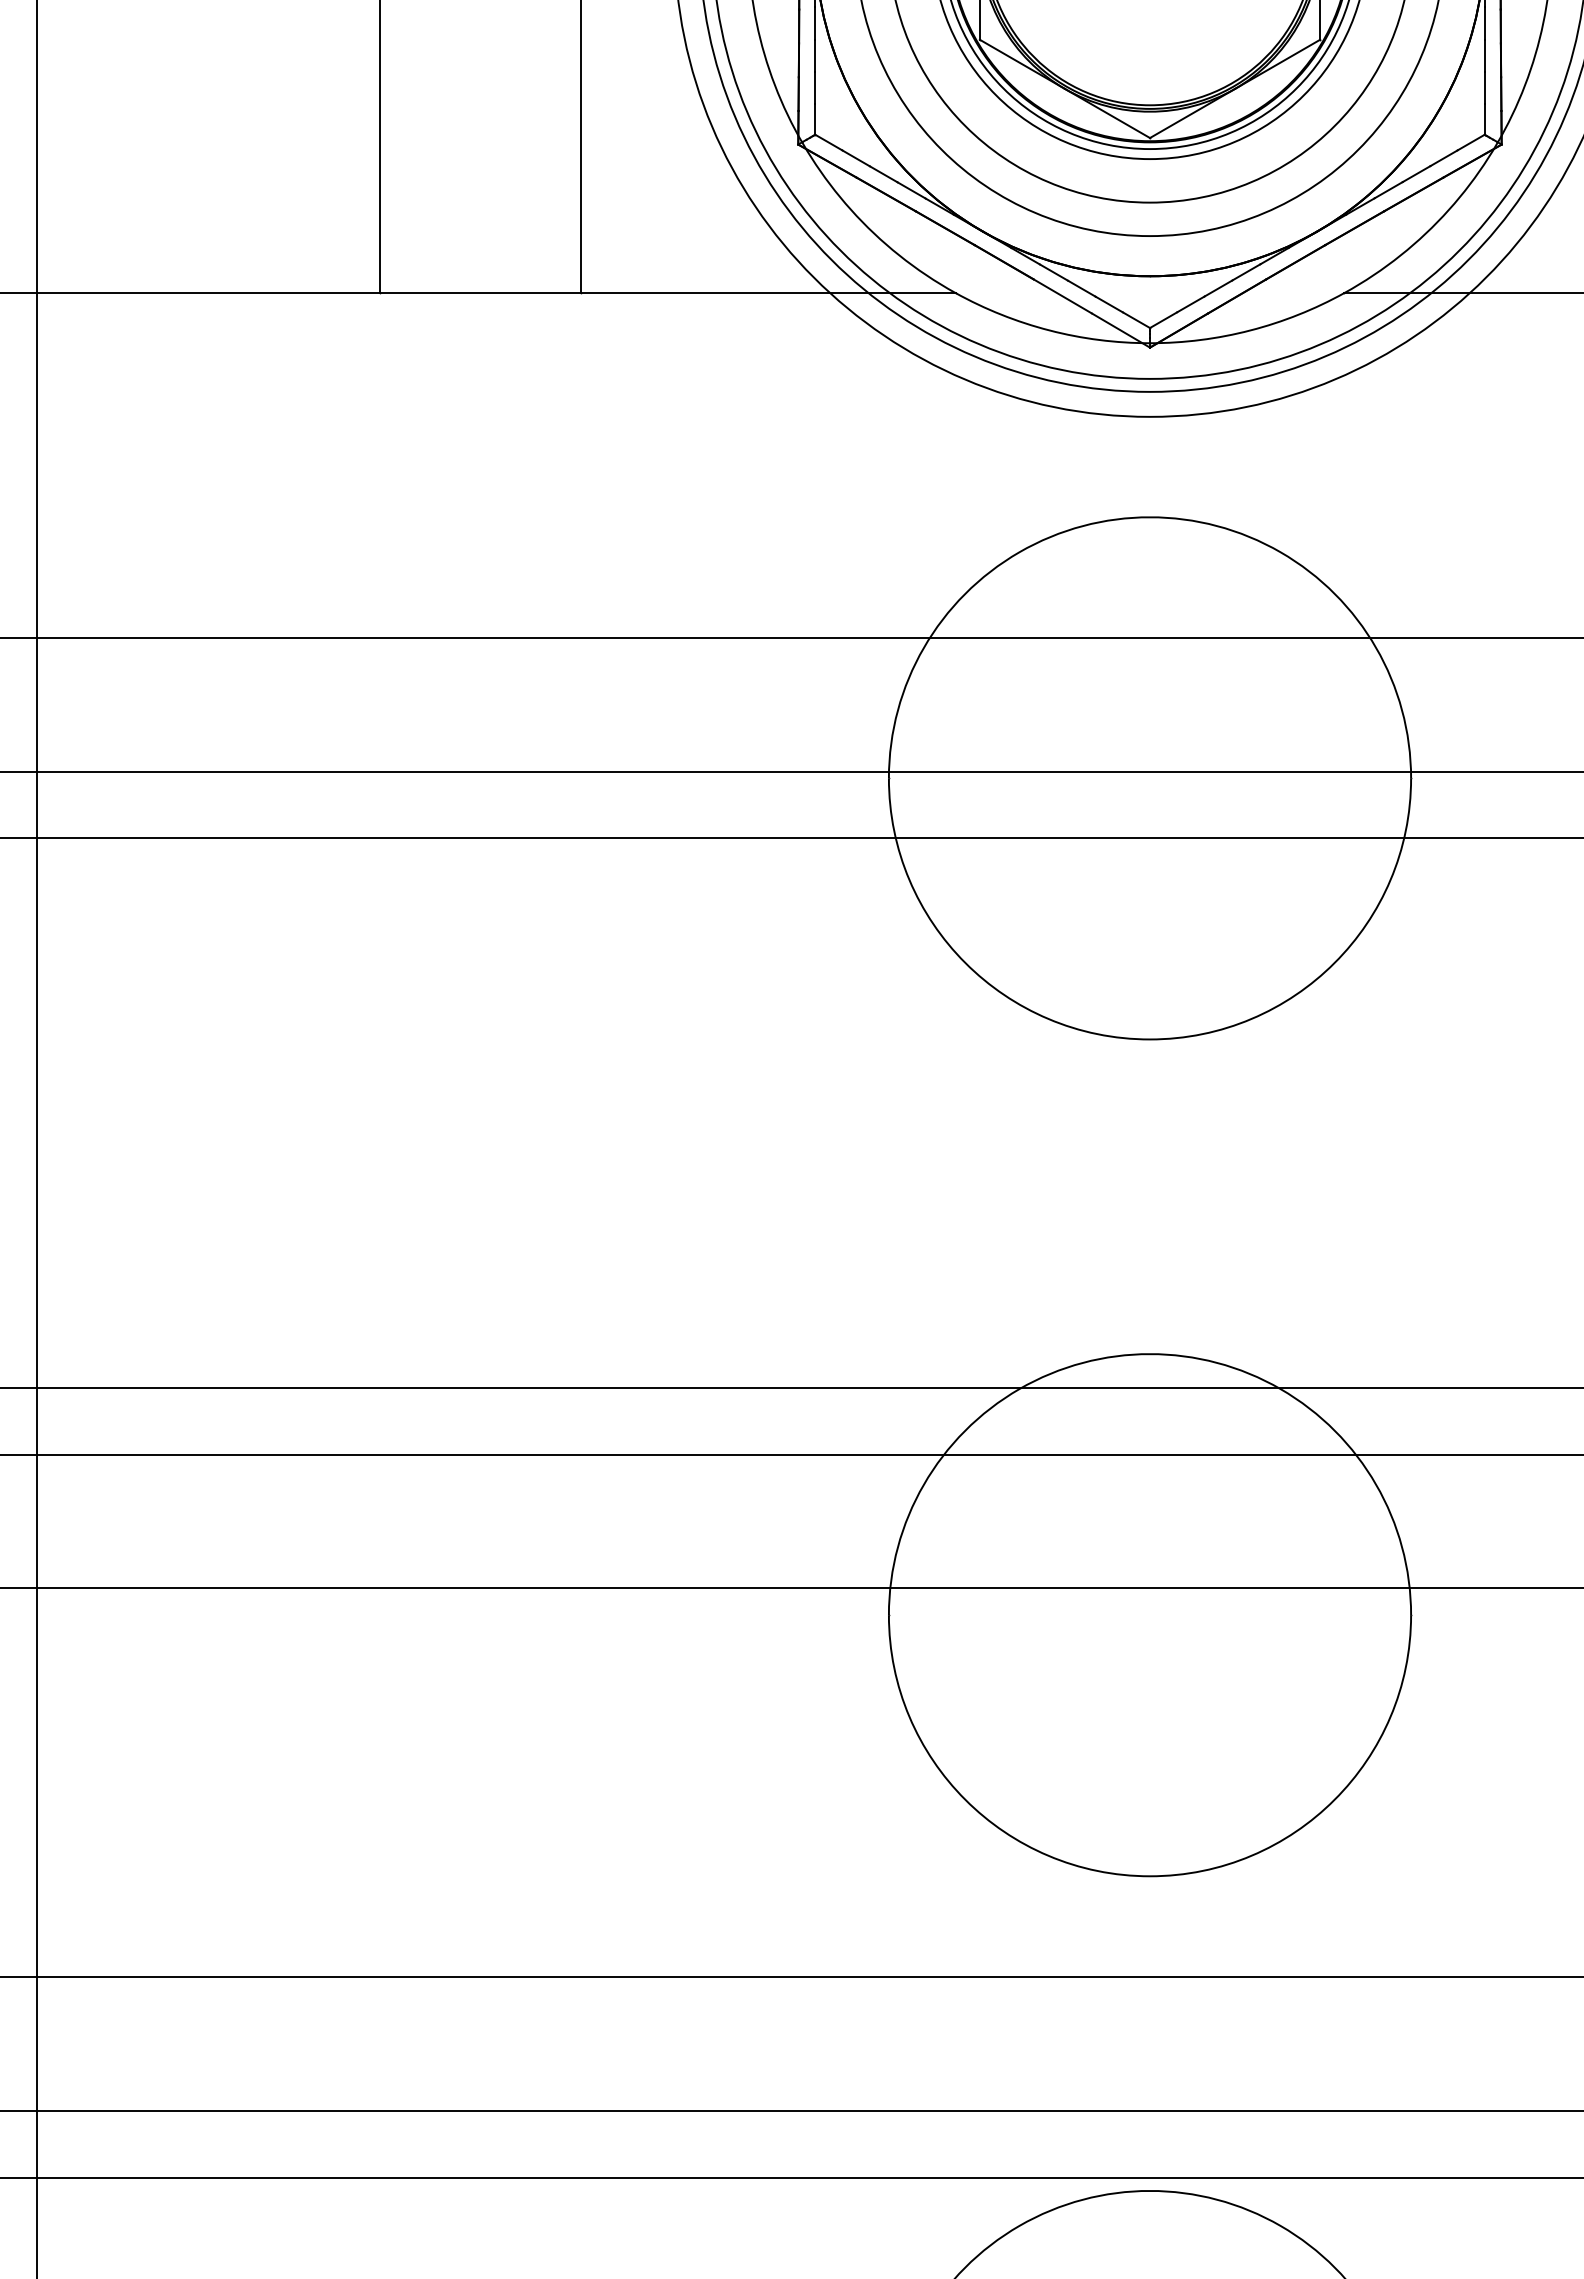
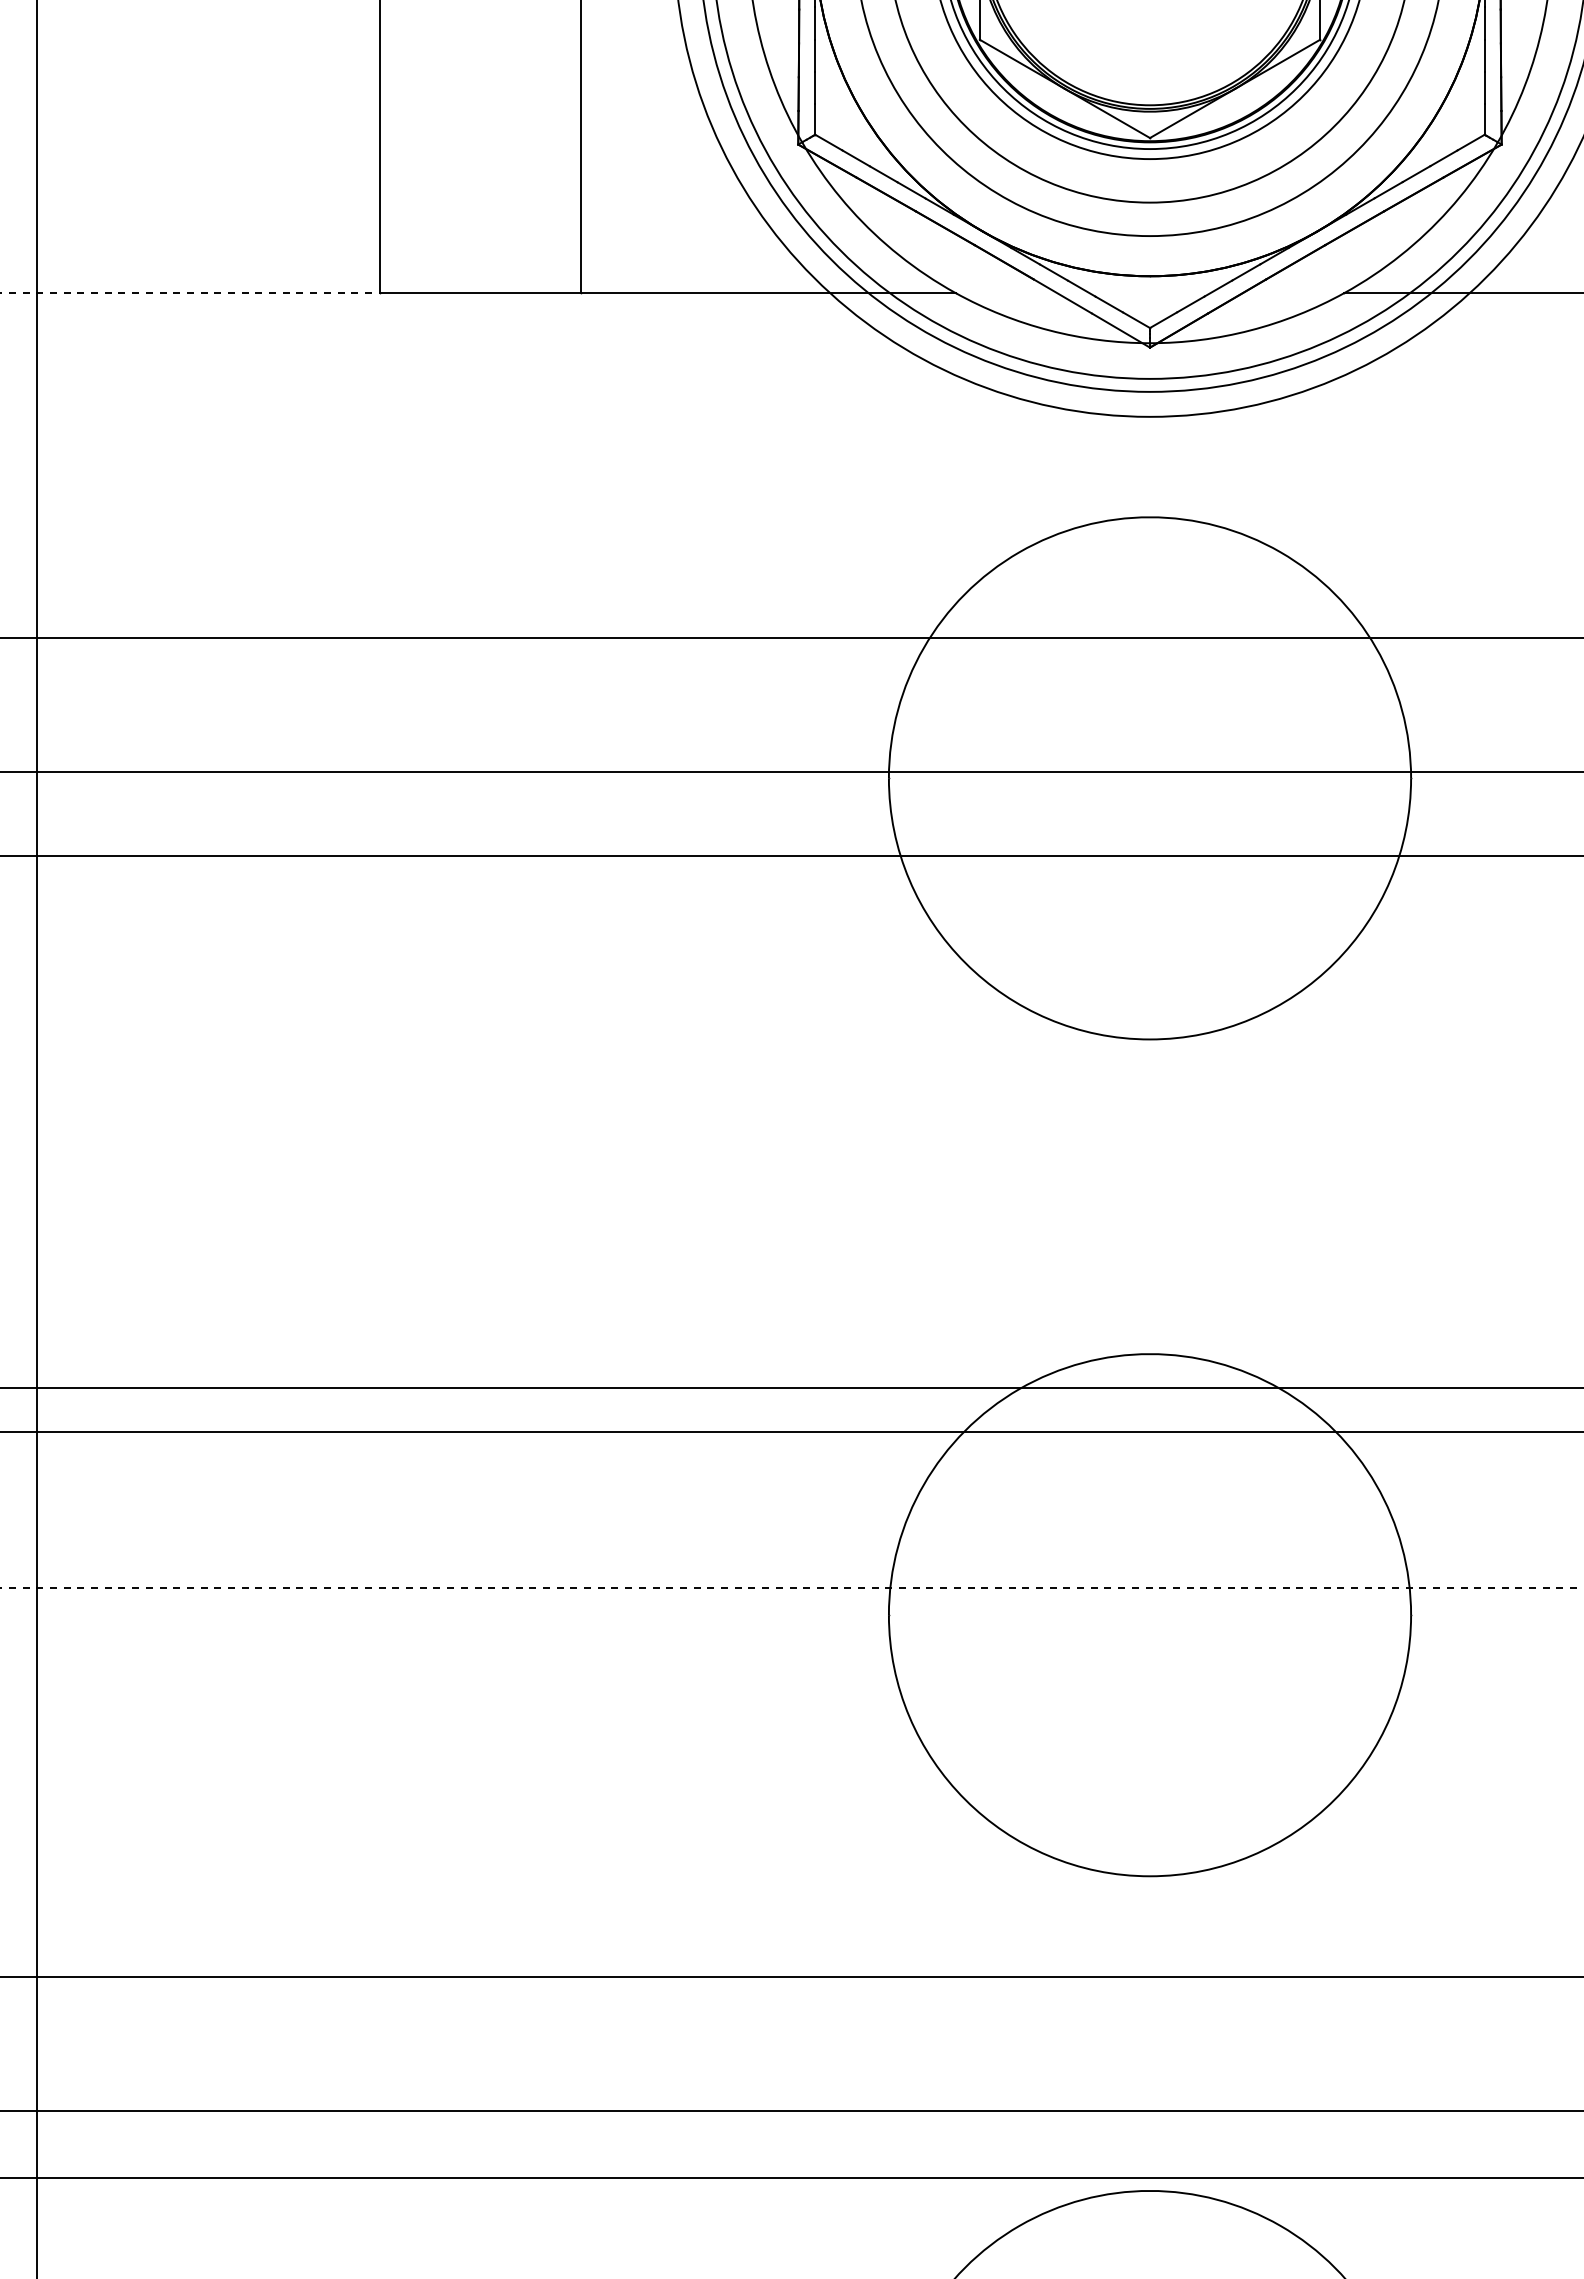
line at (190, 293): solid -> dashed
line at (791, 838) position: (791, 838) -> (791, 856)
line at (791, 1454) position: (791, 1454) -> (791, 1431)
line at (792, 1588): solid -> dashed
